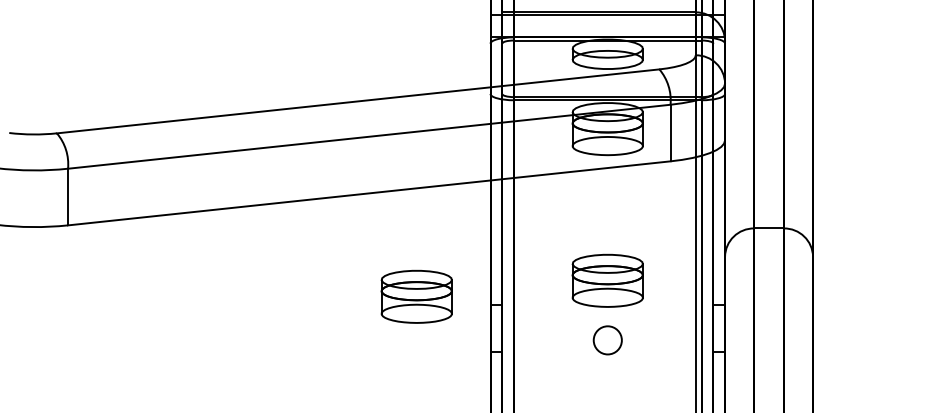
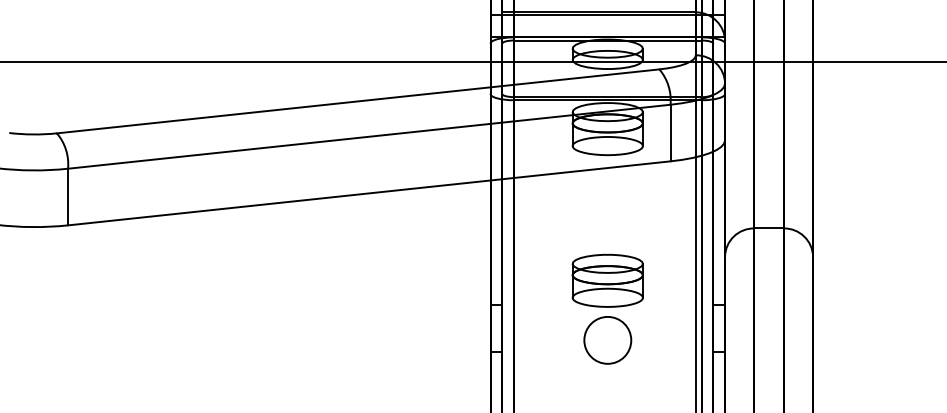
line at (472, 62): none -> present
part at (416, 296): present -> none
circle at (607, 340) diameter: 28 px -> 47 px
